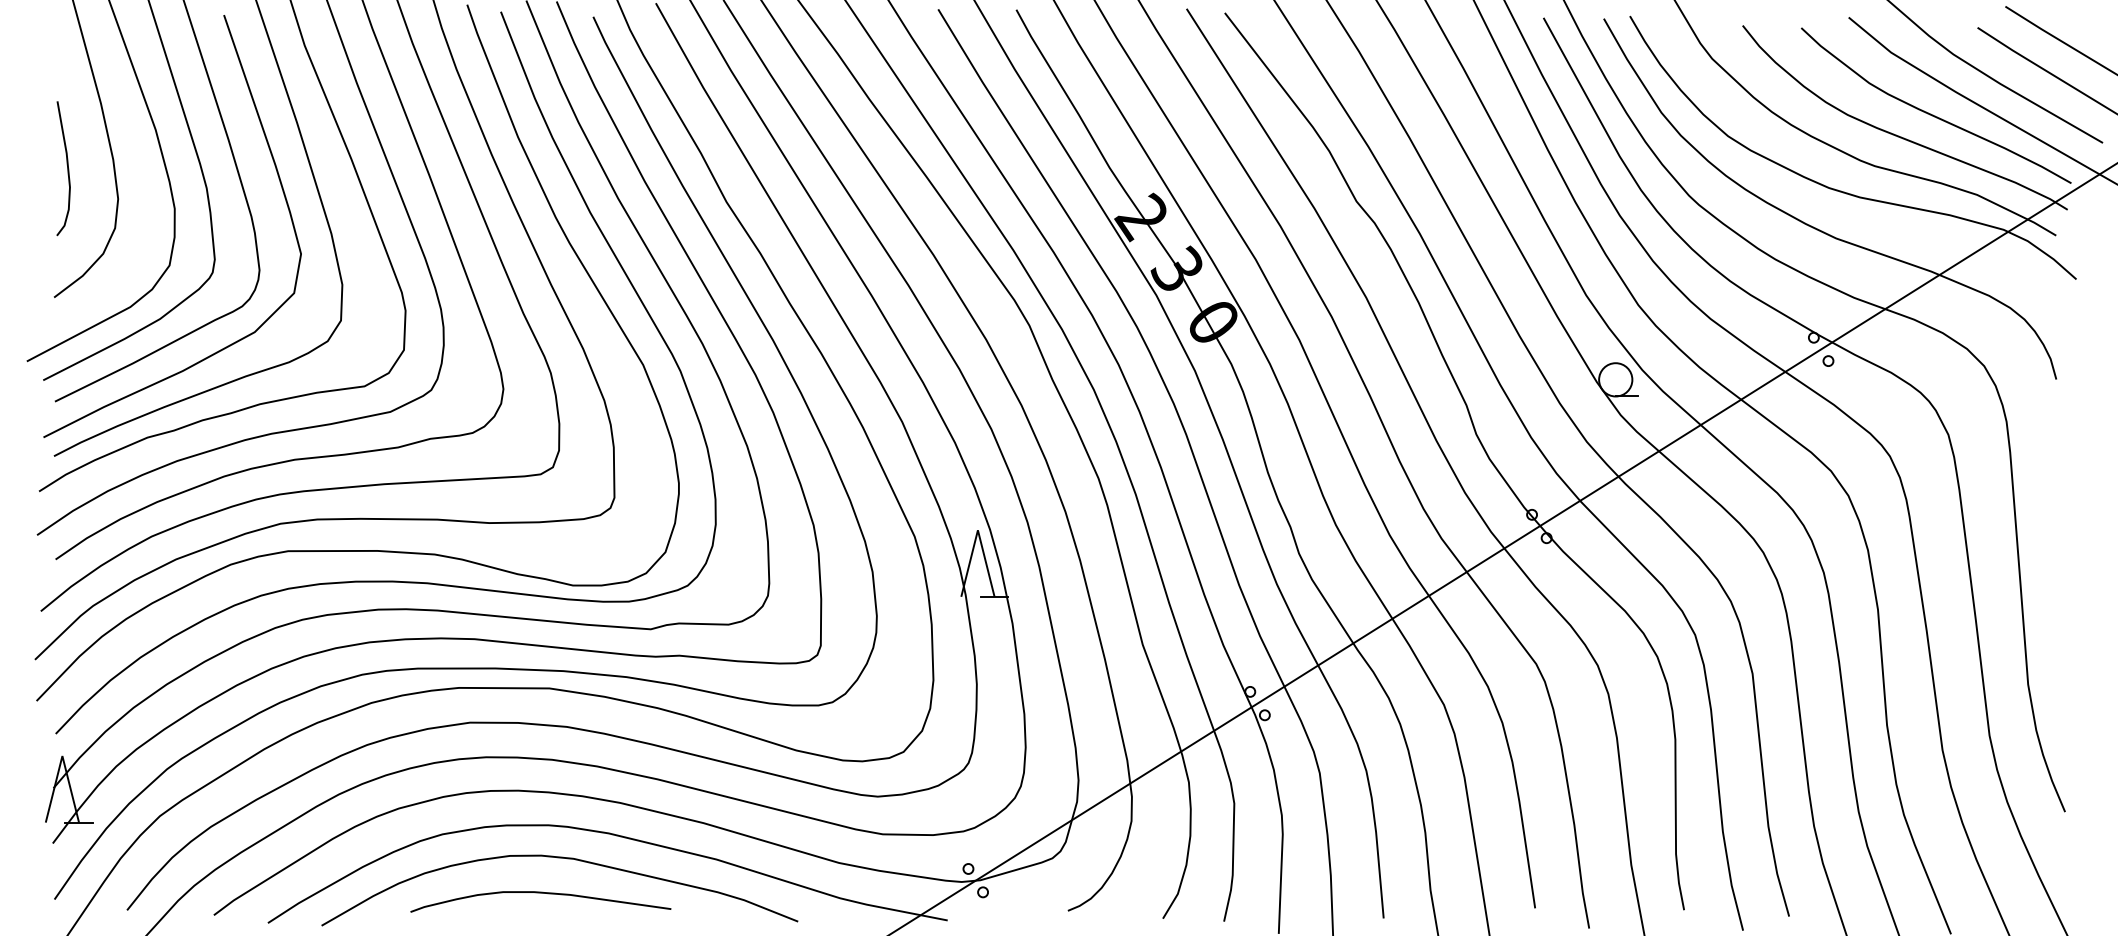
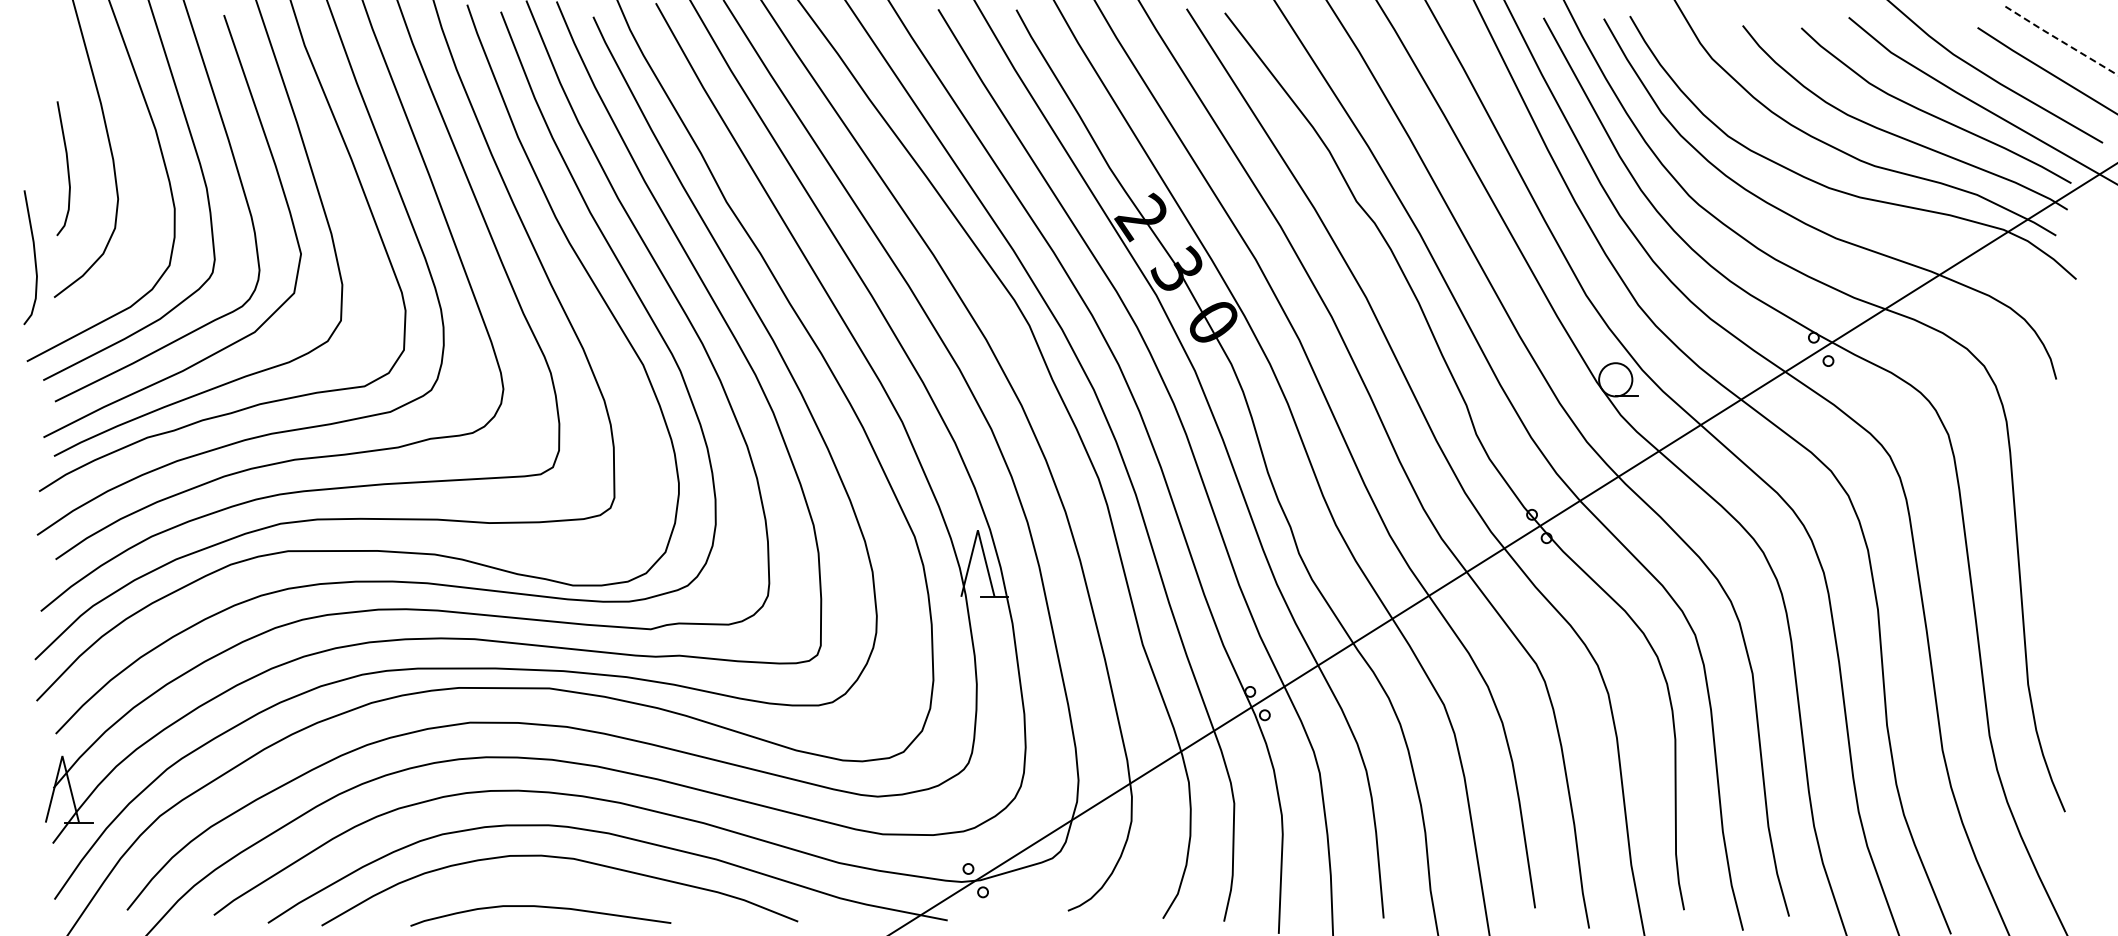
line at (2060, 40): solid -> dashed
curve at (34, 257): none -> present
curve at (540, 893) position: (540, 893) -> (540, 907)
